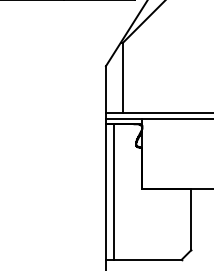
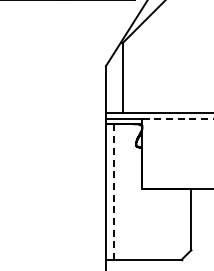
line at (177, 118): solid -> dashed
line at (113, 192): solid -> dashed
